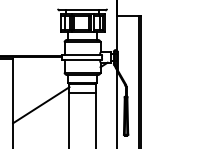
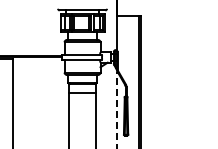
line at (41, 105): present -> none
line at (117, 109): solid -> dashed
